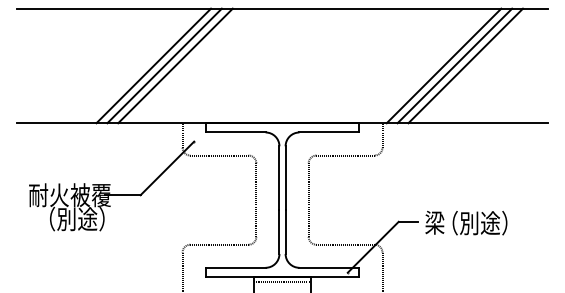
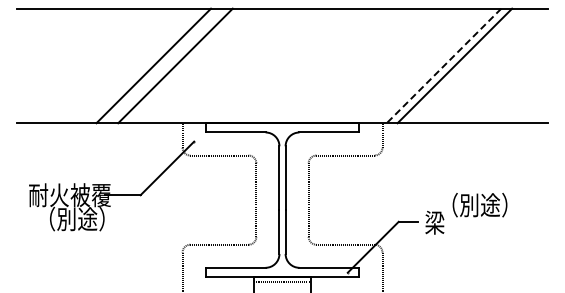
line at (164, 65): present -> none
line at (465, 65): present -> none
line at (443, 66): solid -> dashed
text at (479, 223) position: (479, 223) -> (479, 205)
